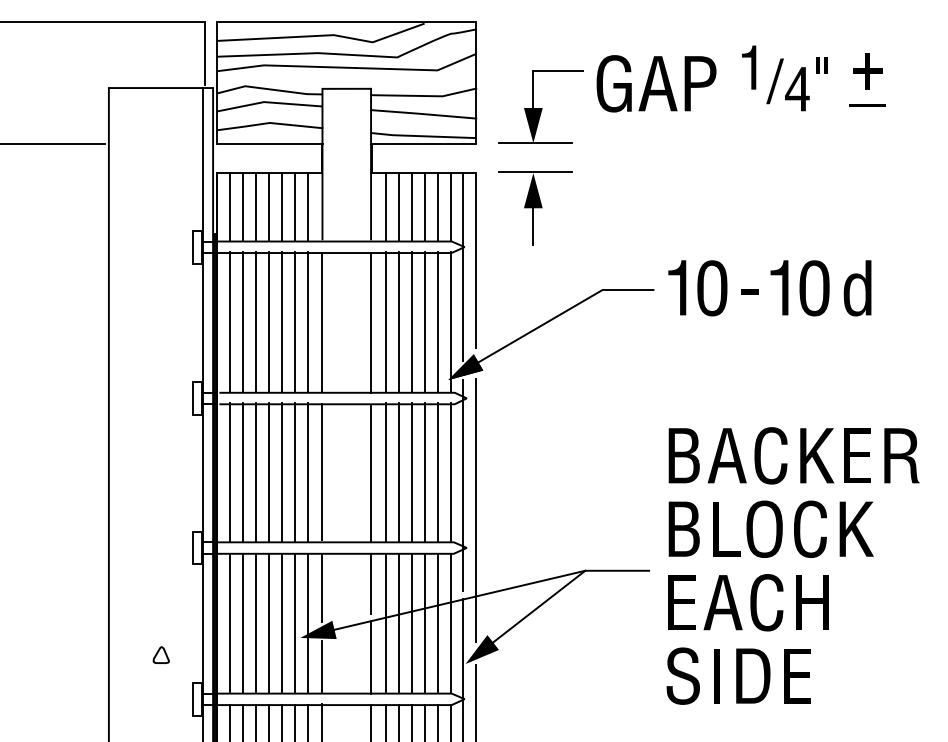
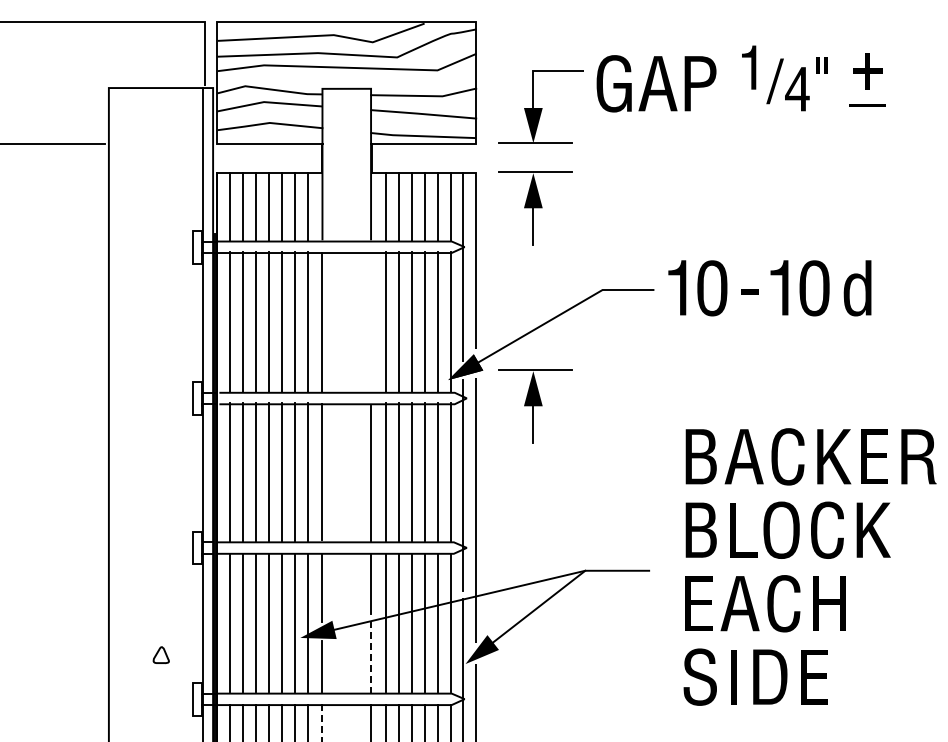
line at (371, 322): present -> none
part at (535, 406): none -> present
part at (796, 575) position: (796, 575) -> (813, 576)
line at (371, 657): solid -> dashed
line at (322, 722): solid -> dashed
